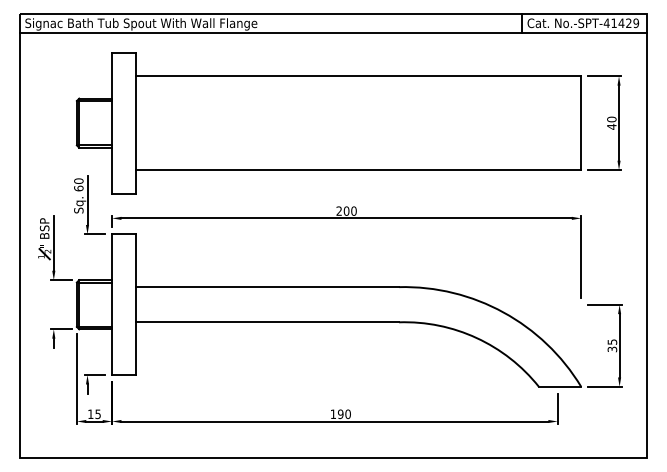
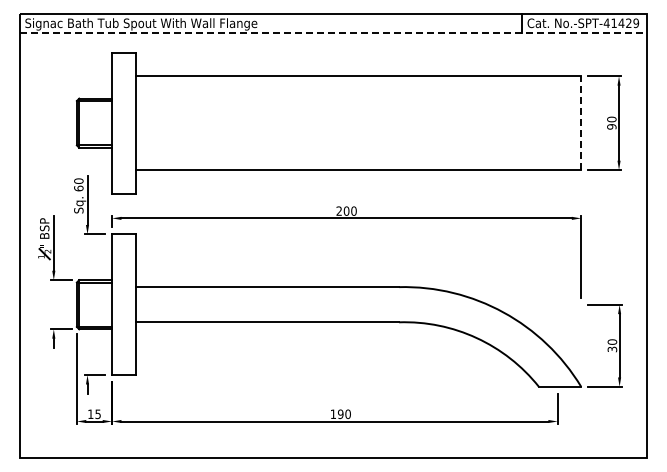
line at (333, 33): solid -> dashed
line at (581, 123): solid -> dashed
text at (611, 126): 40 -> 90
text at (612, 341): 35 -> 30
